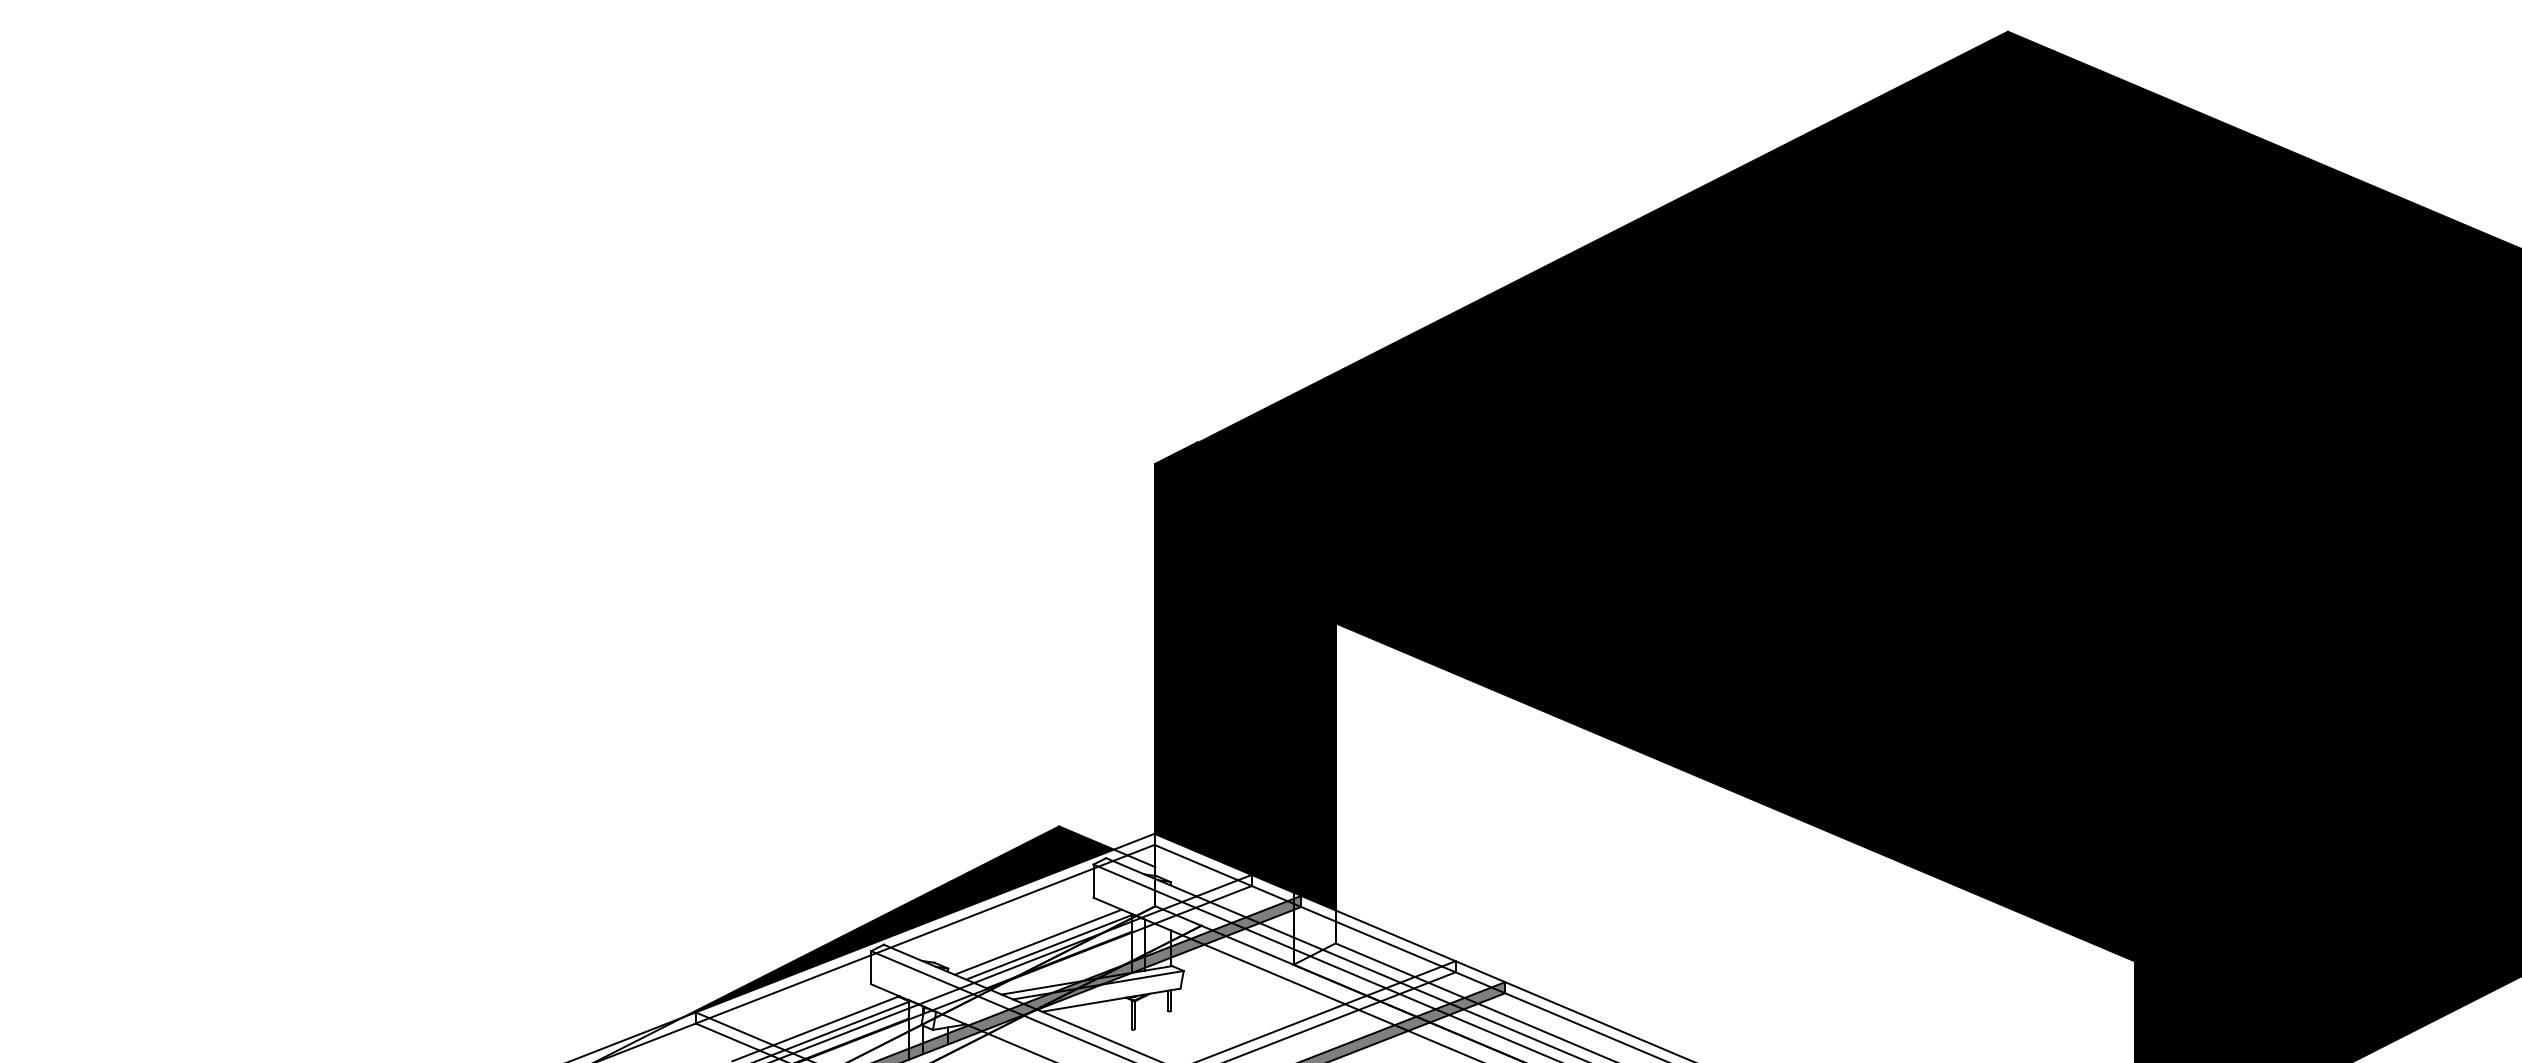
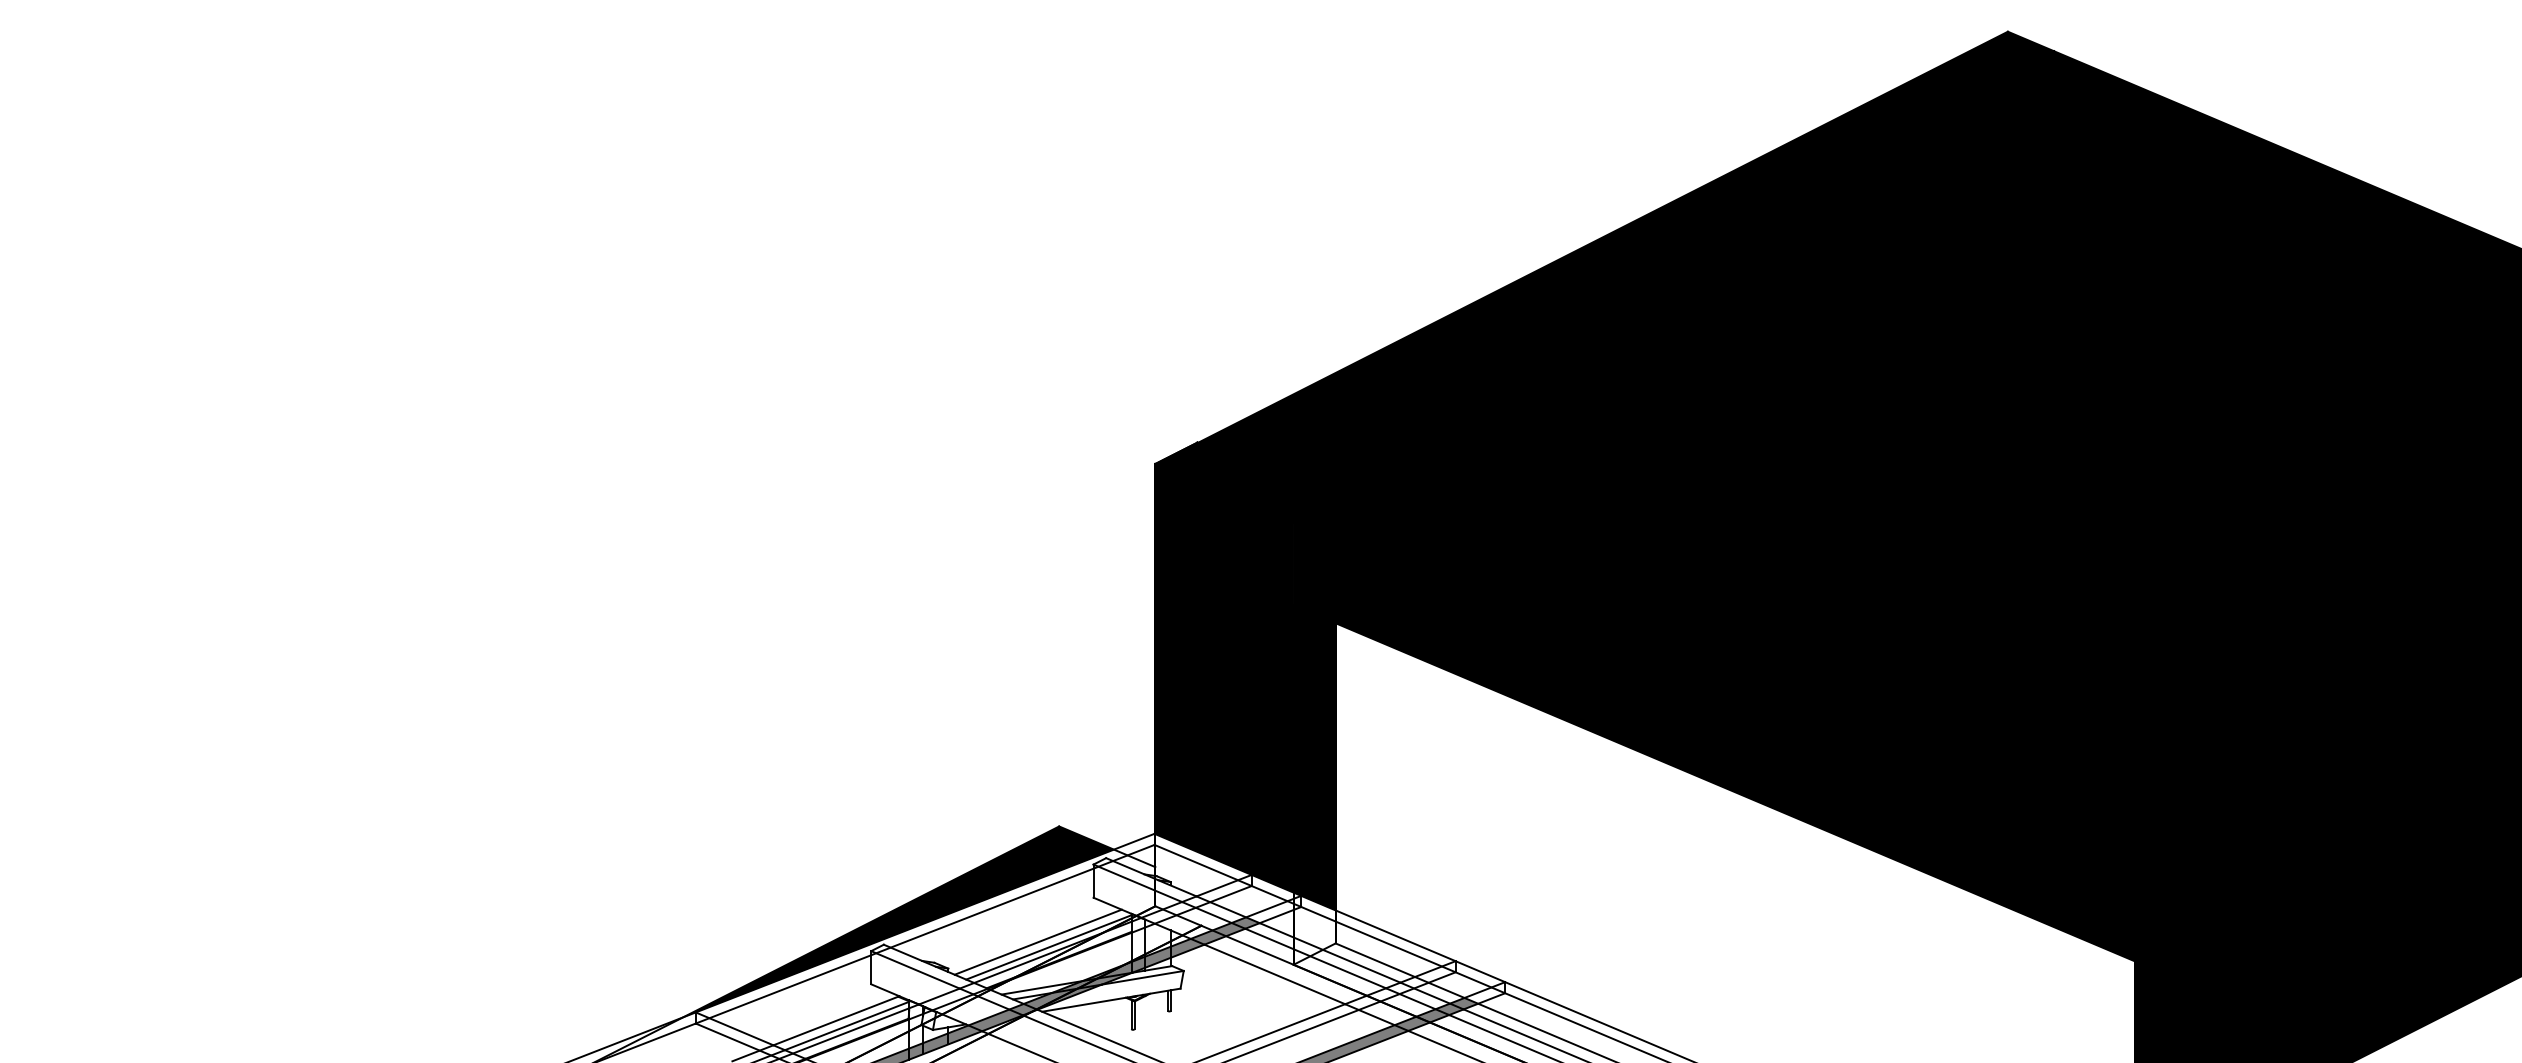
fill at (1273, 909): present -> none
fill at (1484, 992): present -> none
